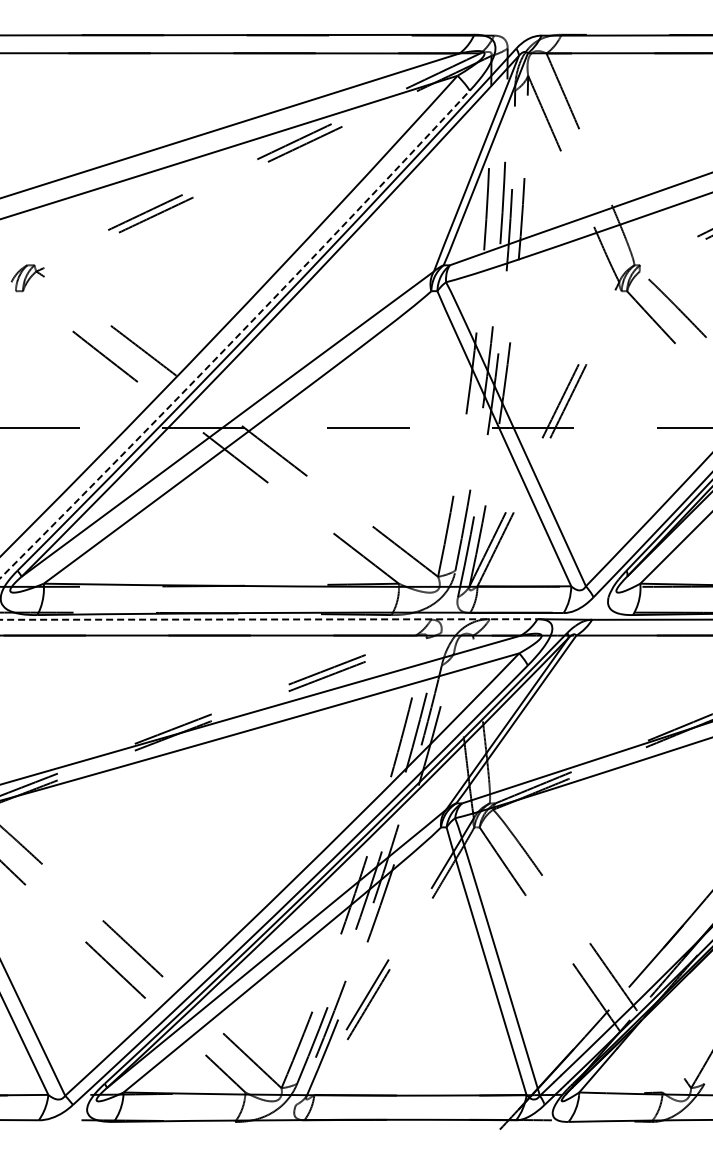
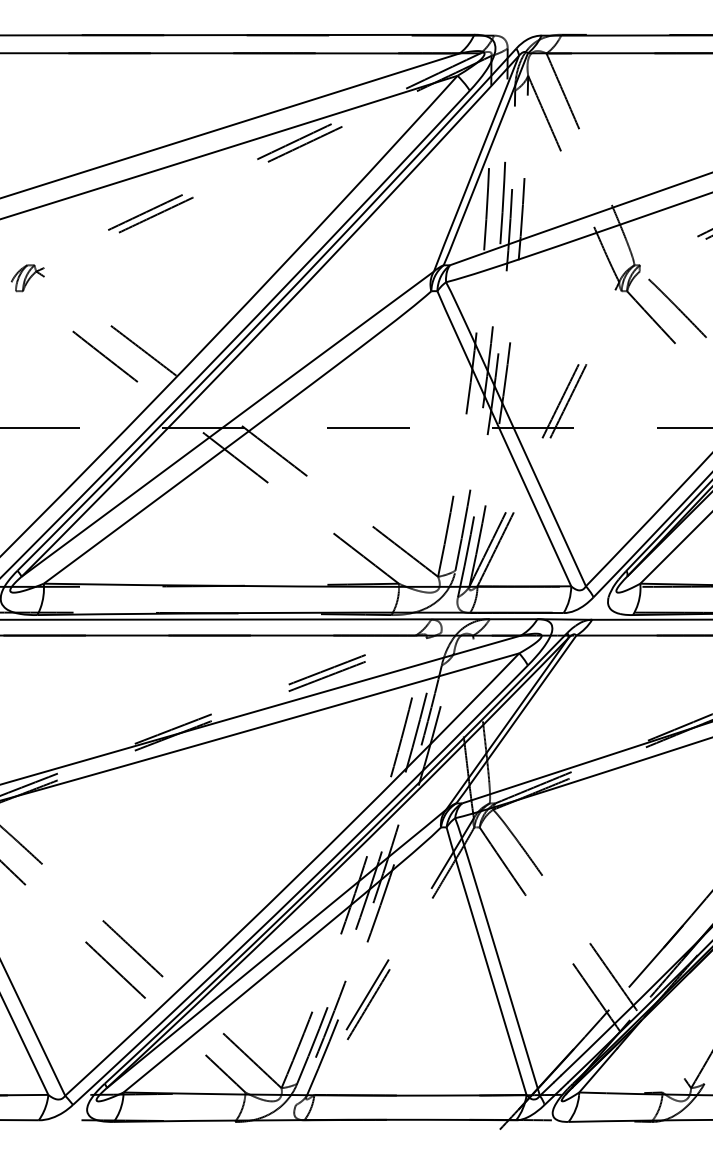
arc at (236, 336): dashed -> solid
line at (268, 619): dashed -> solid
